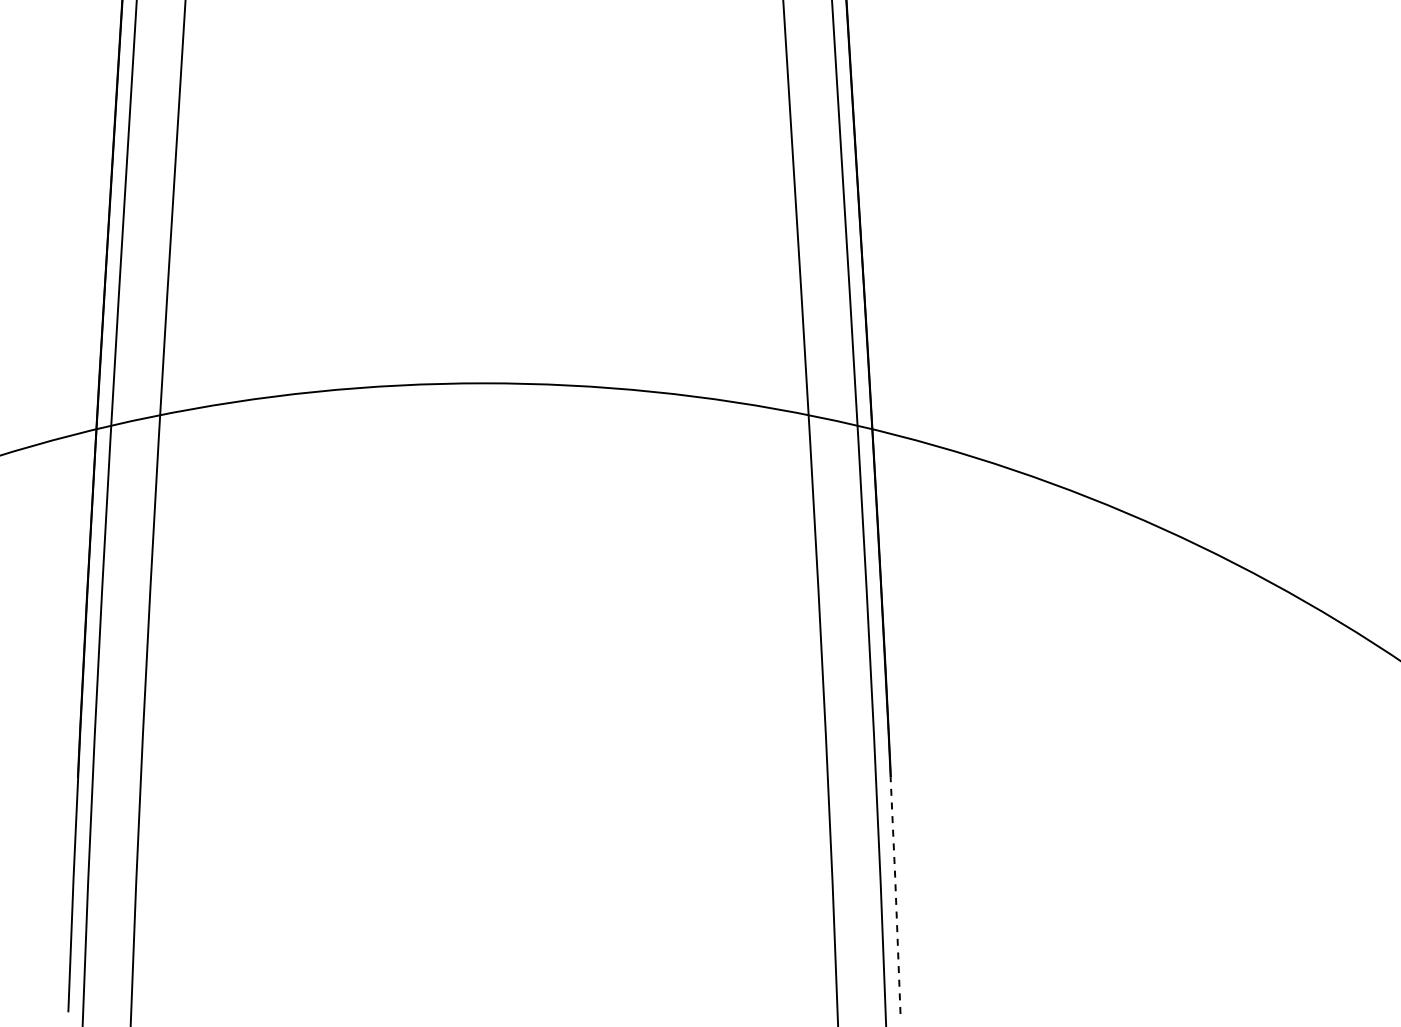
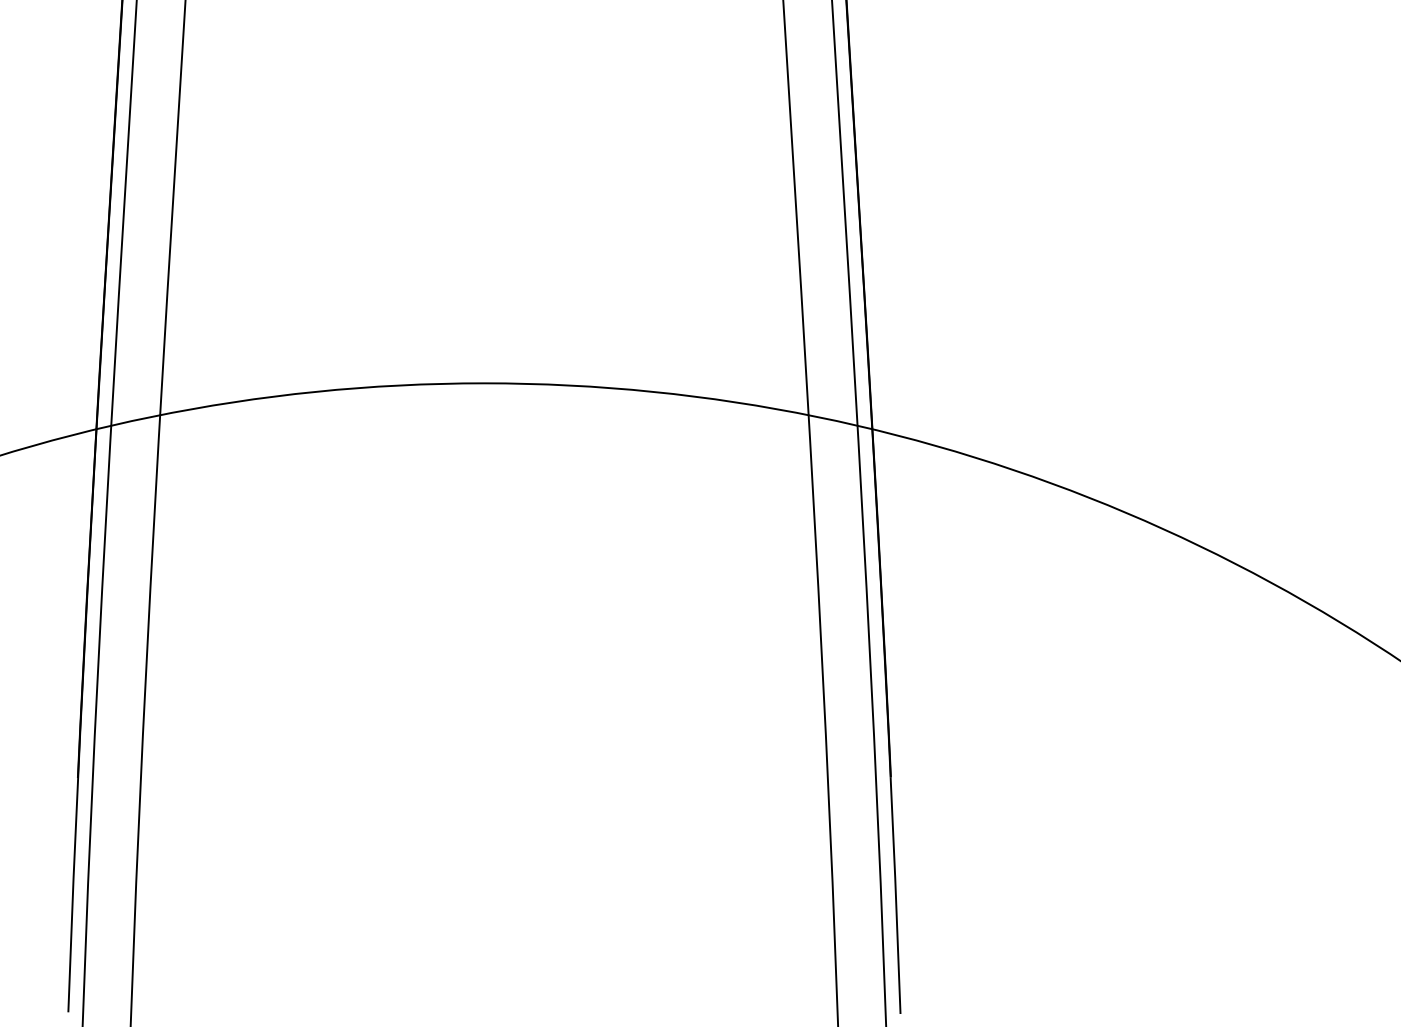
line at (895, 894): dashed -> solid
